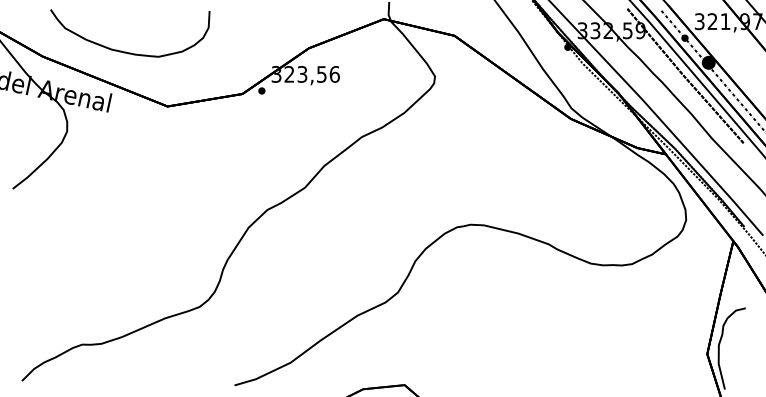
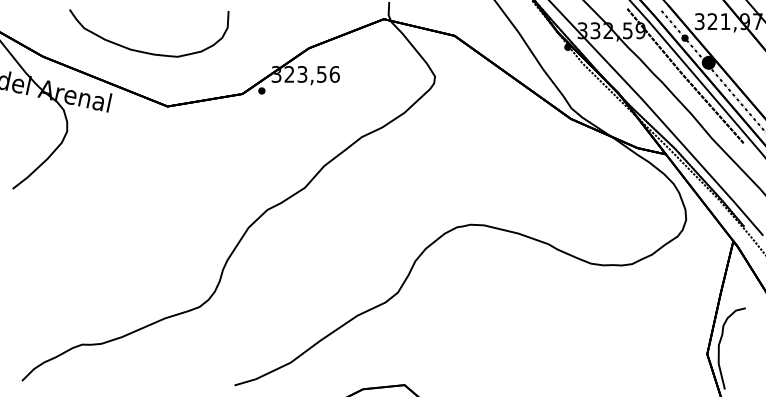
curve at (126, 51) position: (126, 51) -> (145, 51)
